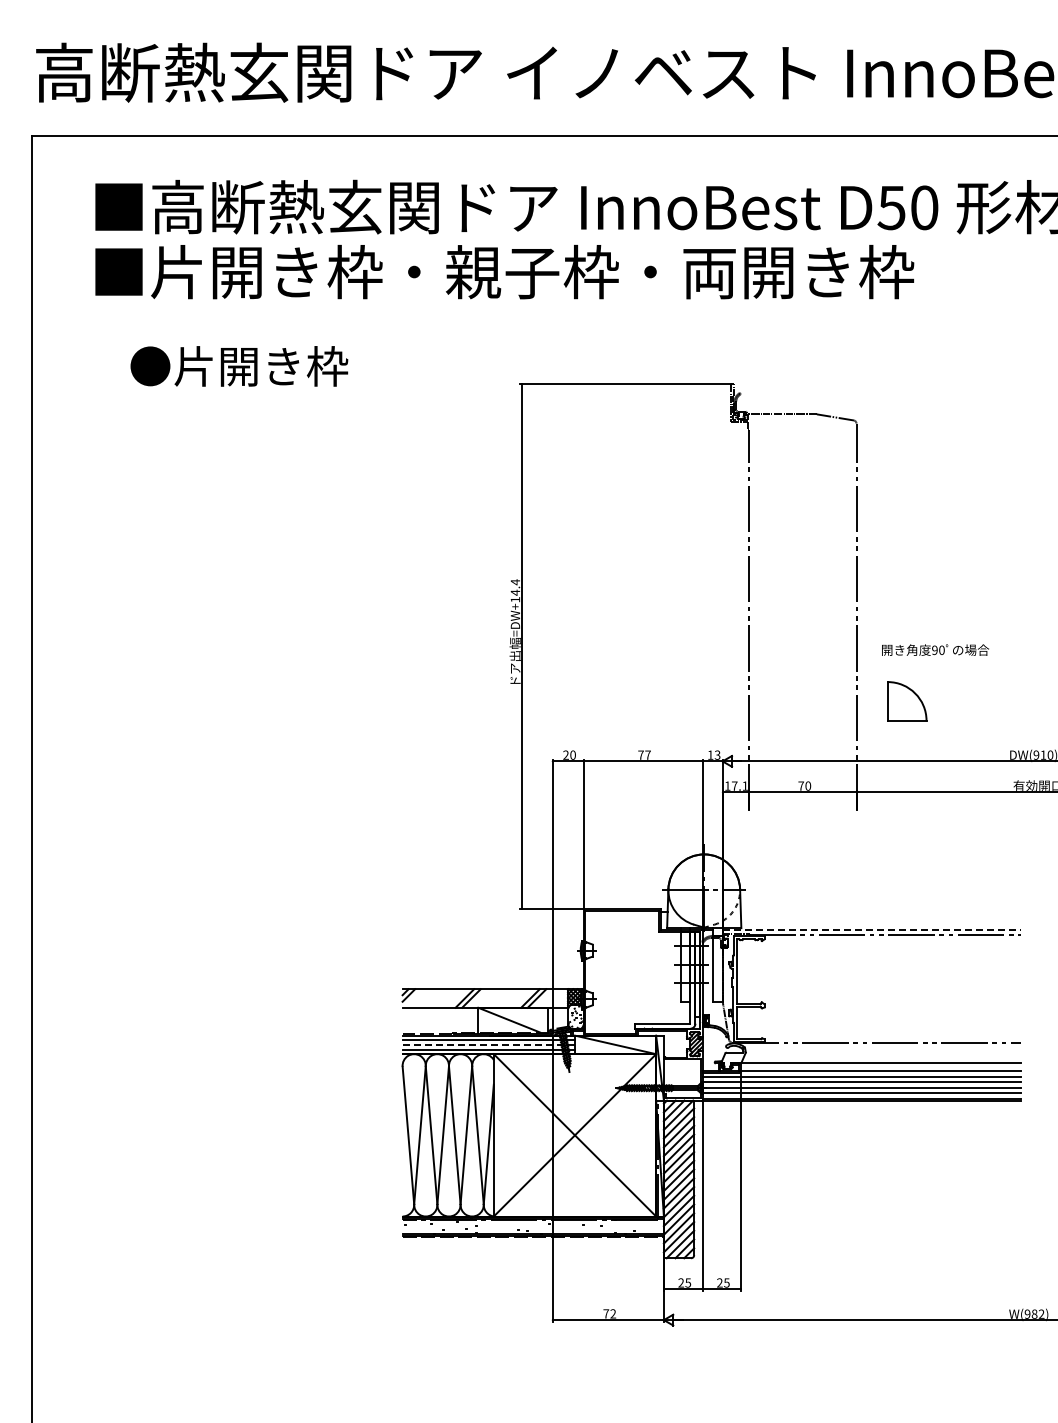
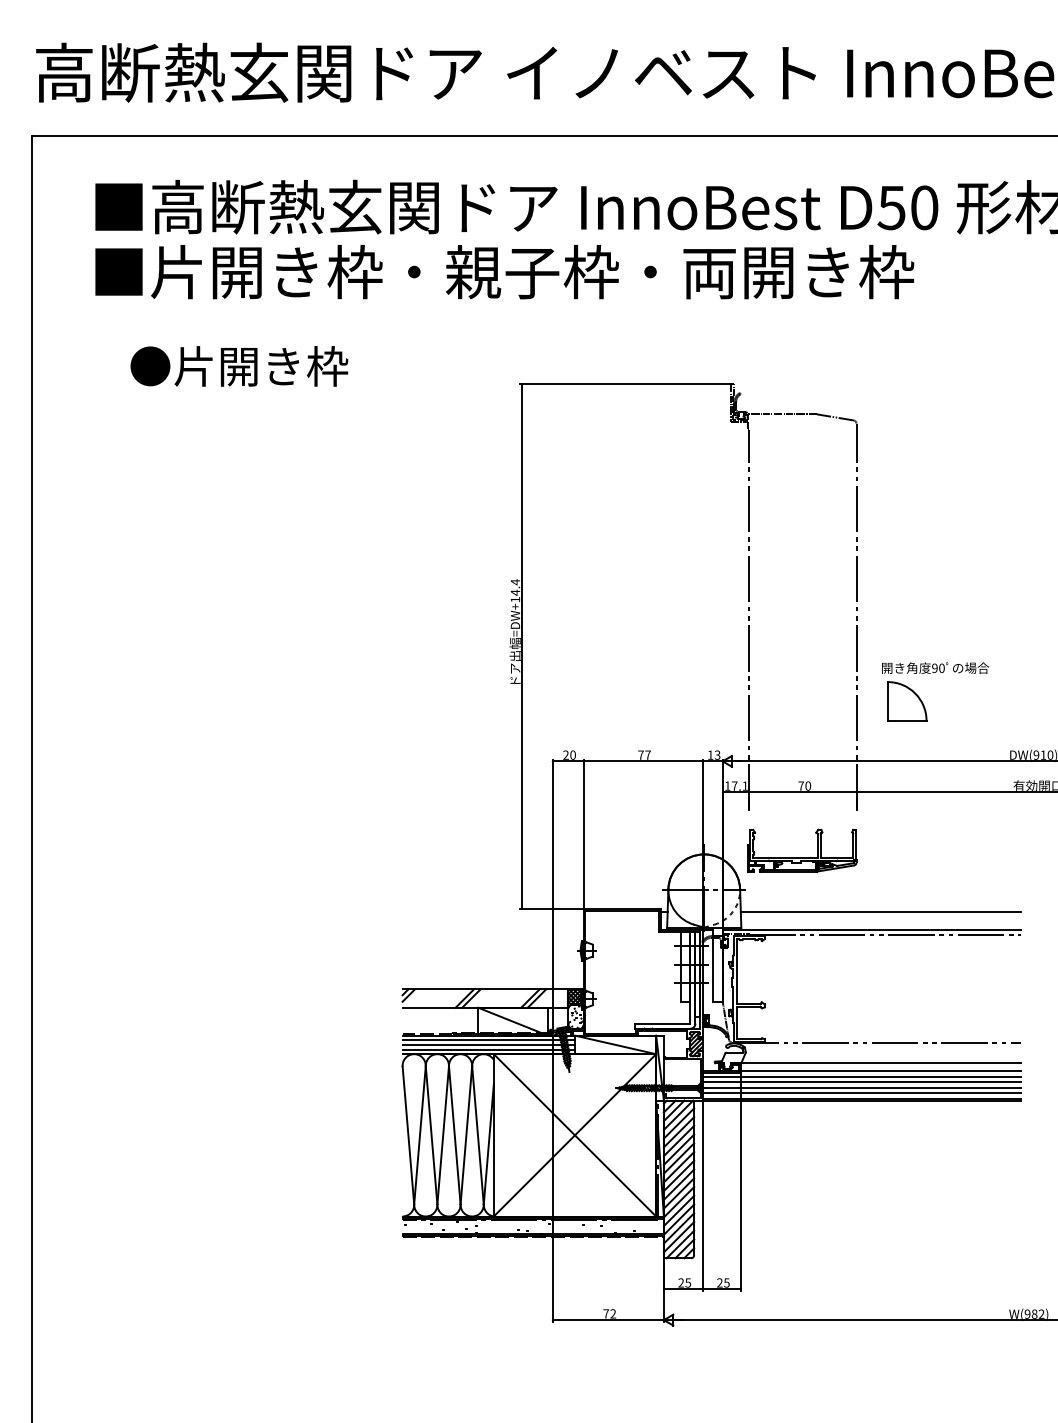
text at (935, 649) position: (935, 649) -> (935, 667)
part at (802, 857): none -> present
line at (880, 911): none -> present
line at (872, 929): dashed -> solid
line at (488, 1044): dashed -> solid
